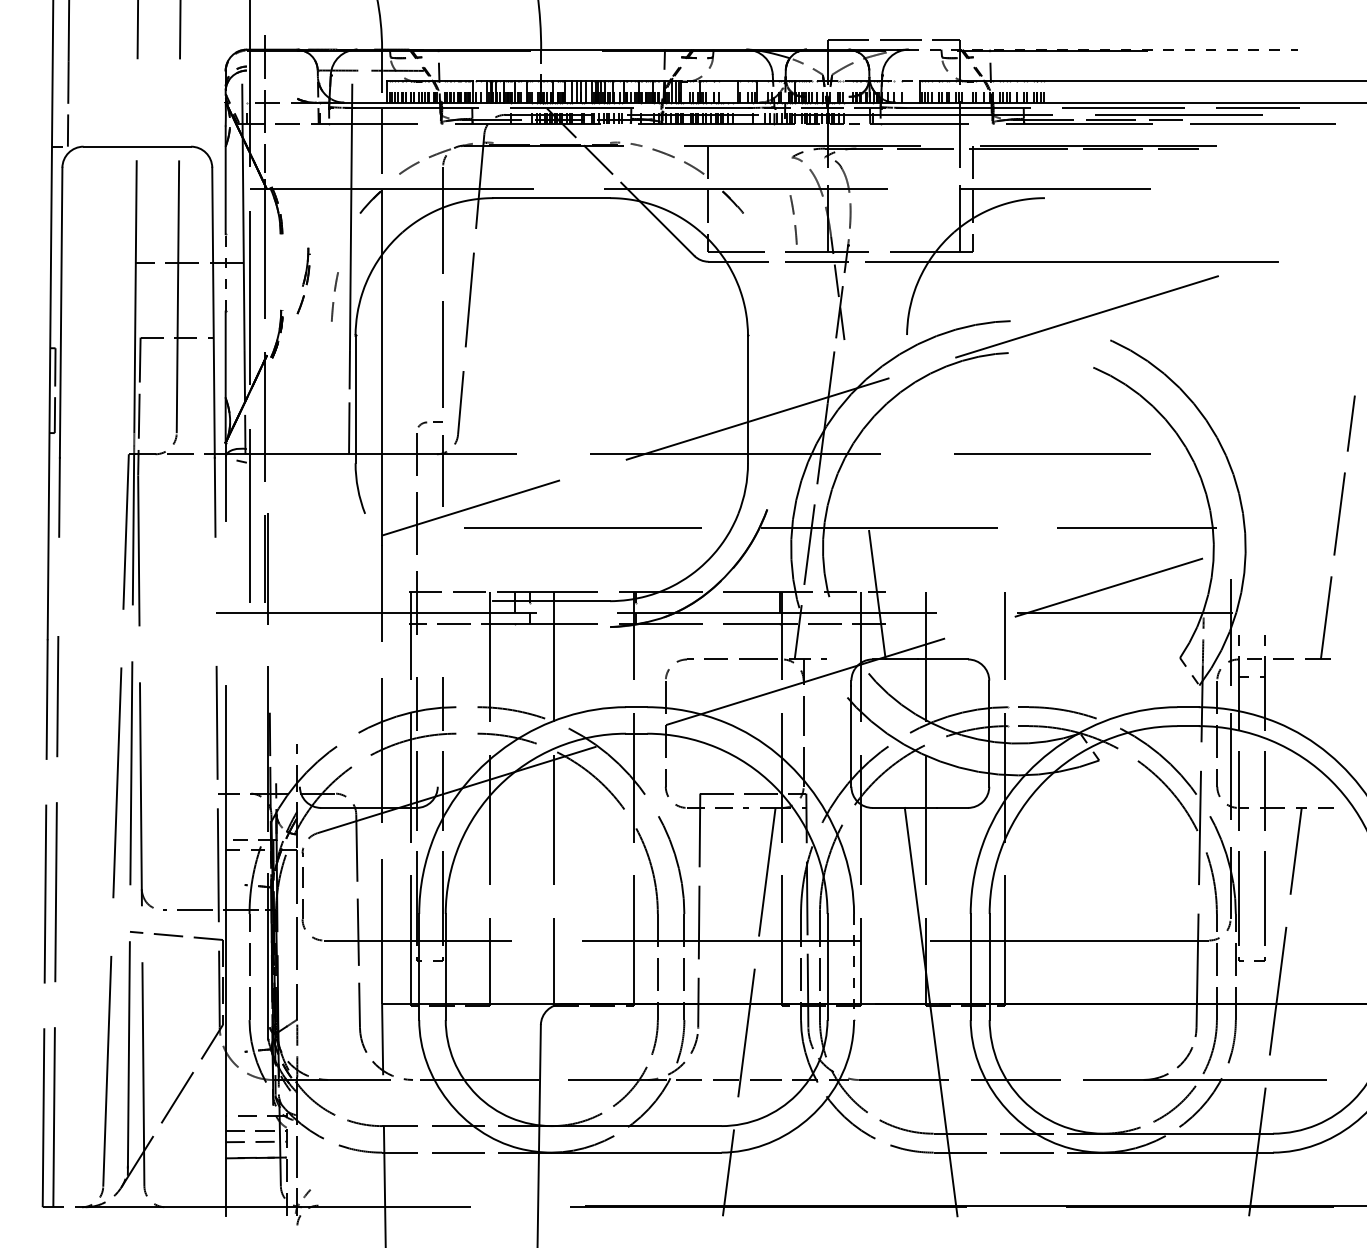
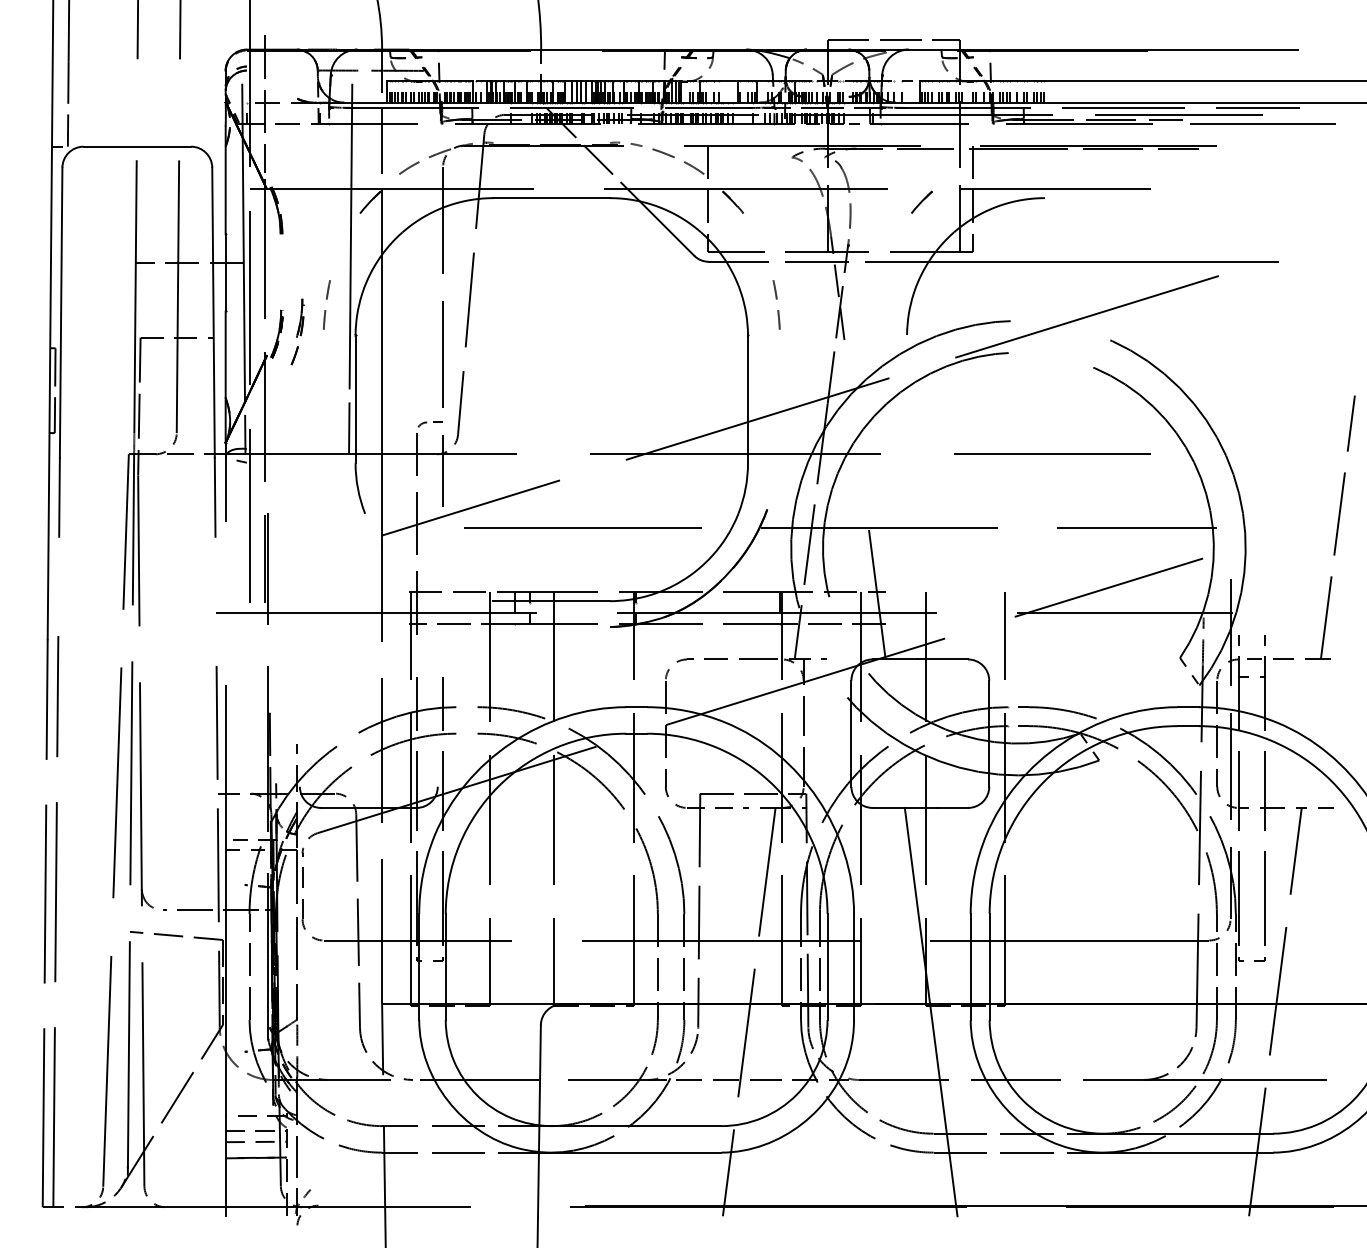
line at (1103, 49): dashed -> solid
line at (921, 201): none -> present
curve at (793, 214) position: (793, 214) -> (776, 299)
line at (225, 271): dashed -> solid
part at (303, 280) position: (303, 280) -> (297, 331)
curve at (334, 291) position: (334, 291) -> (326, 299)
line at (854, 967): dashed -> solid
